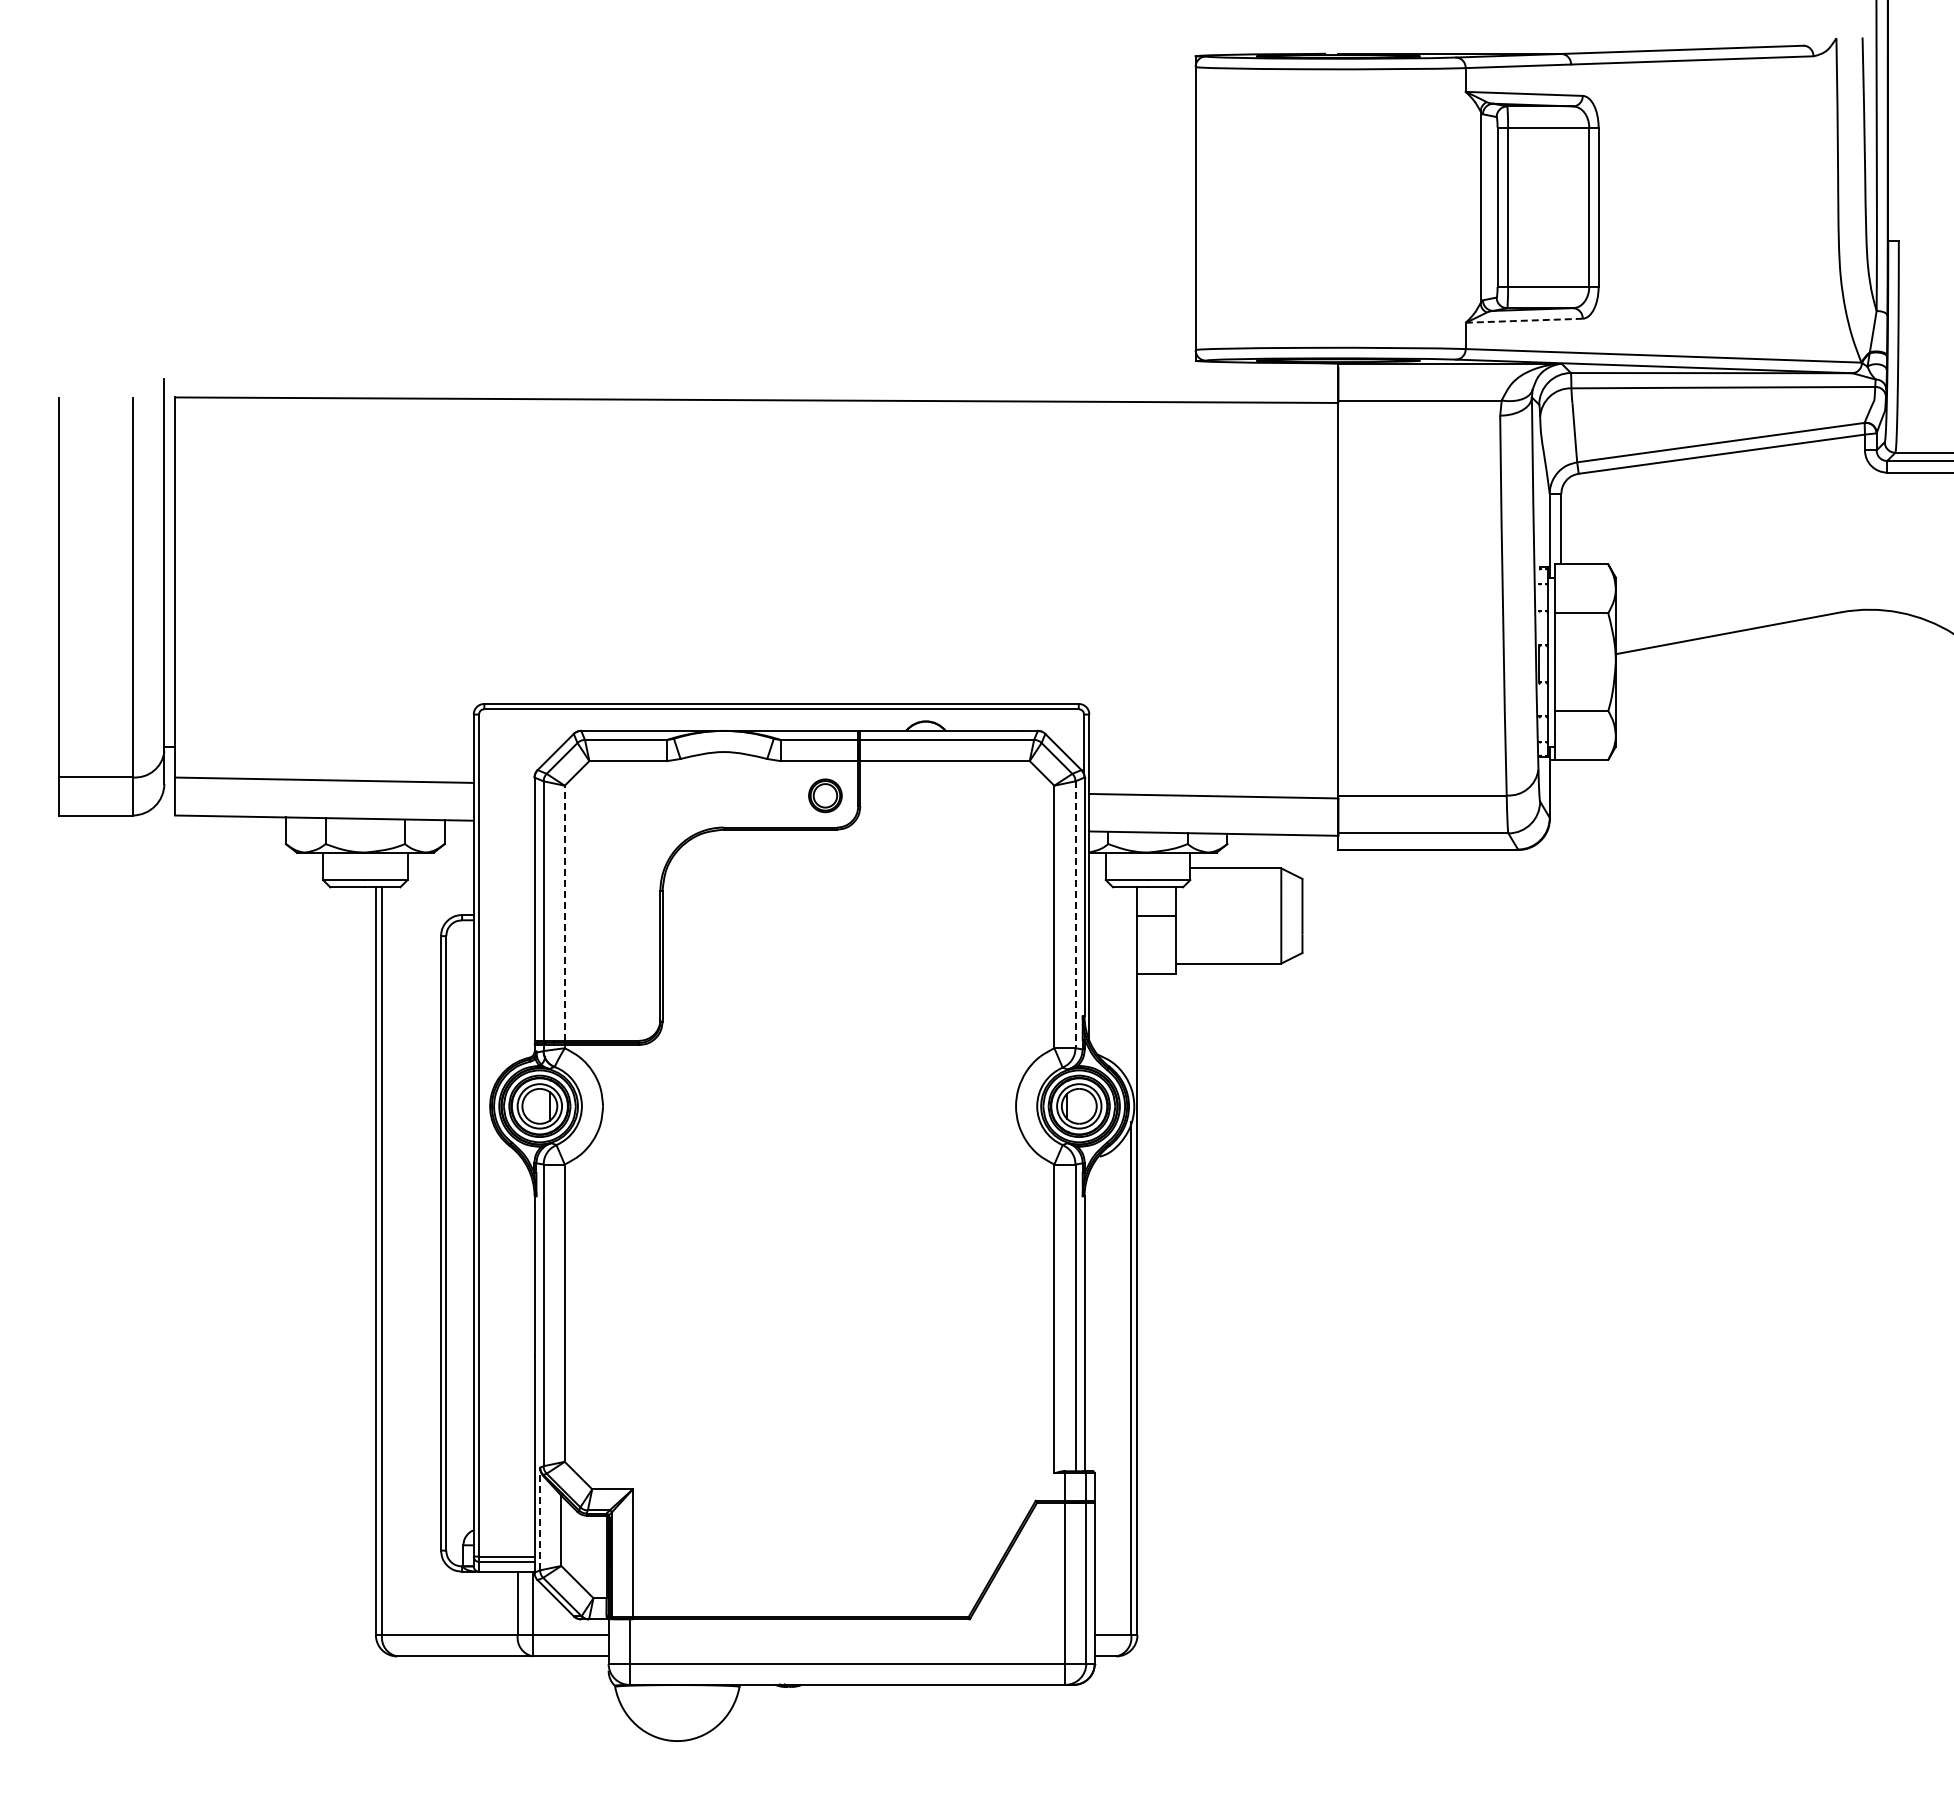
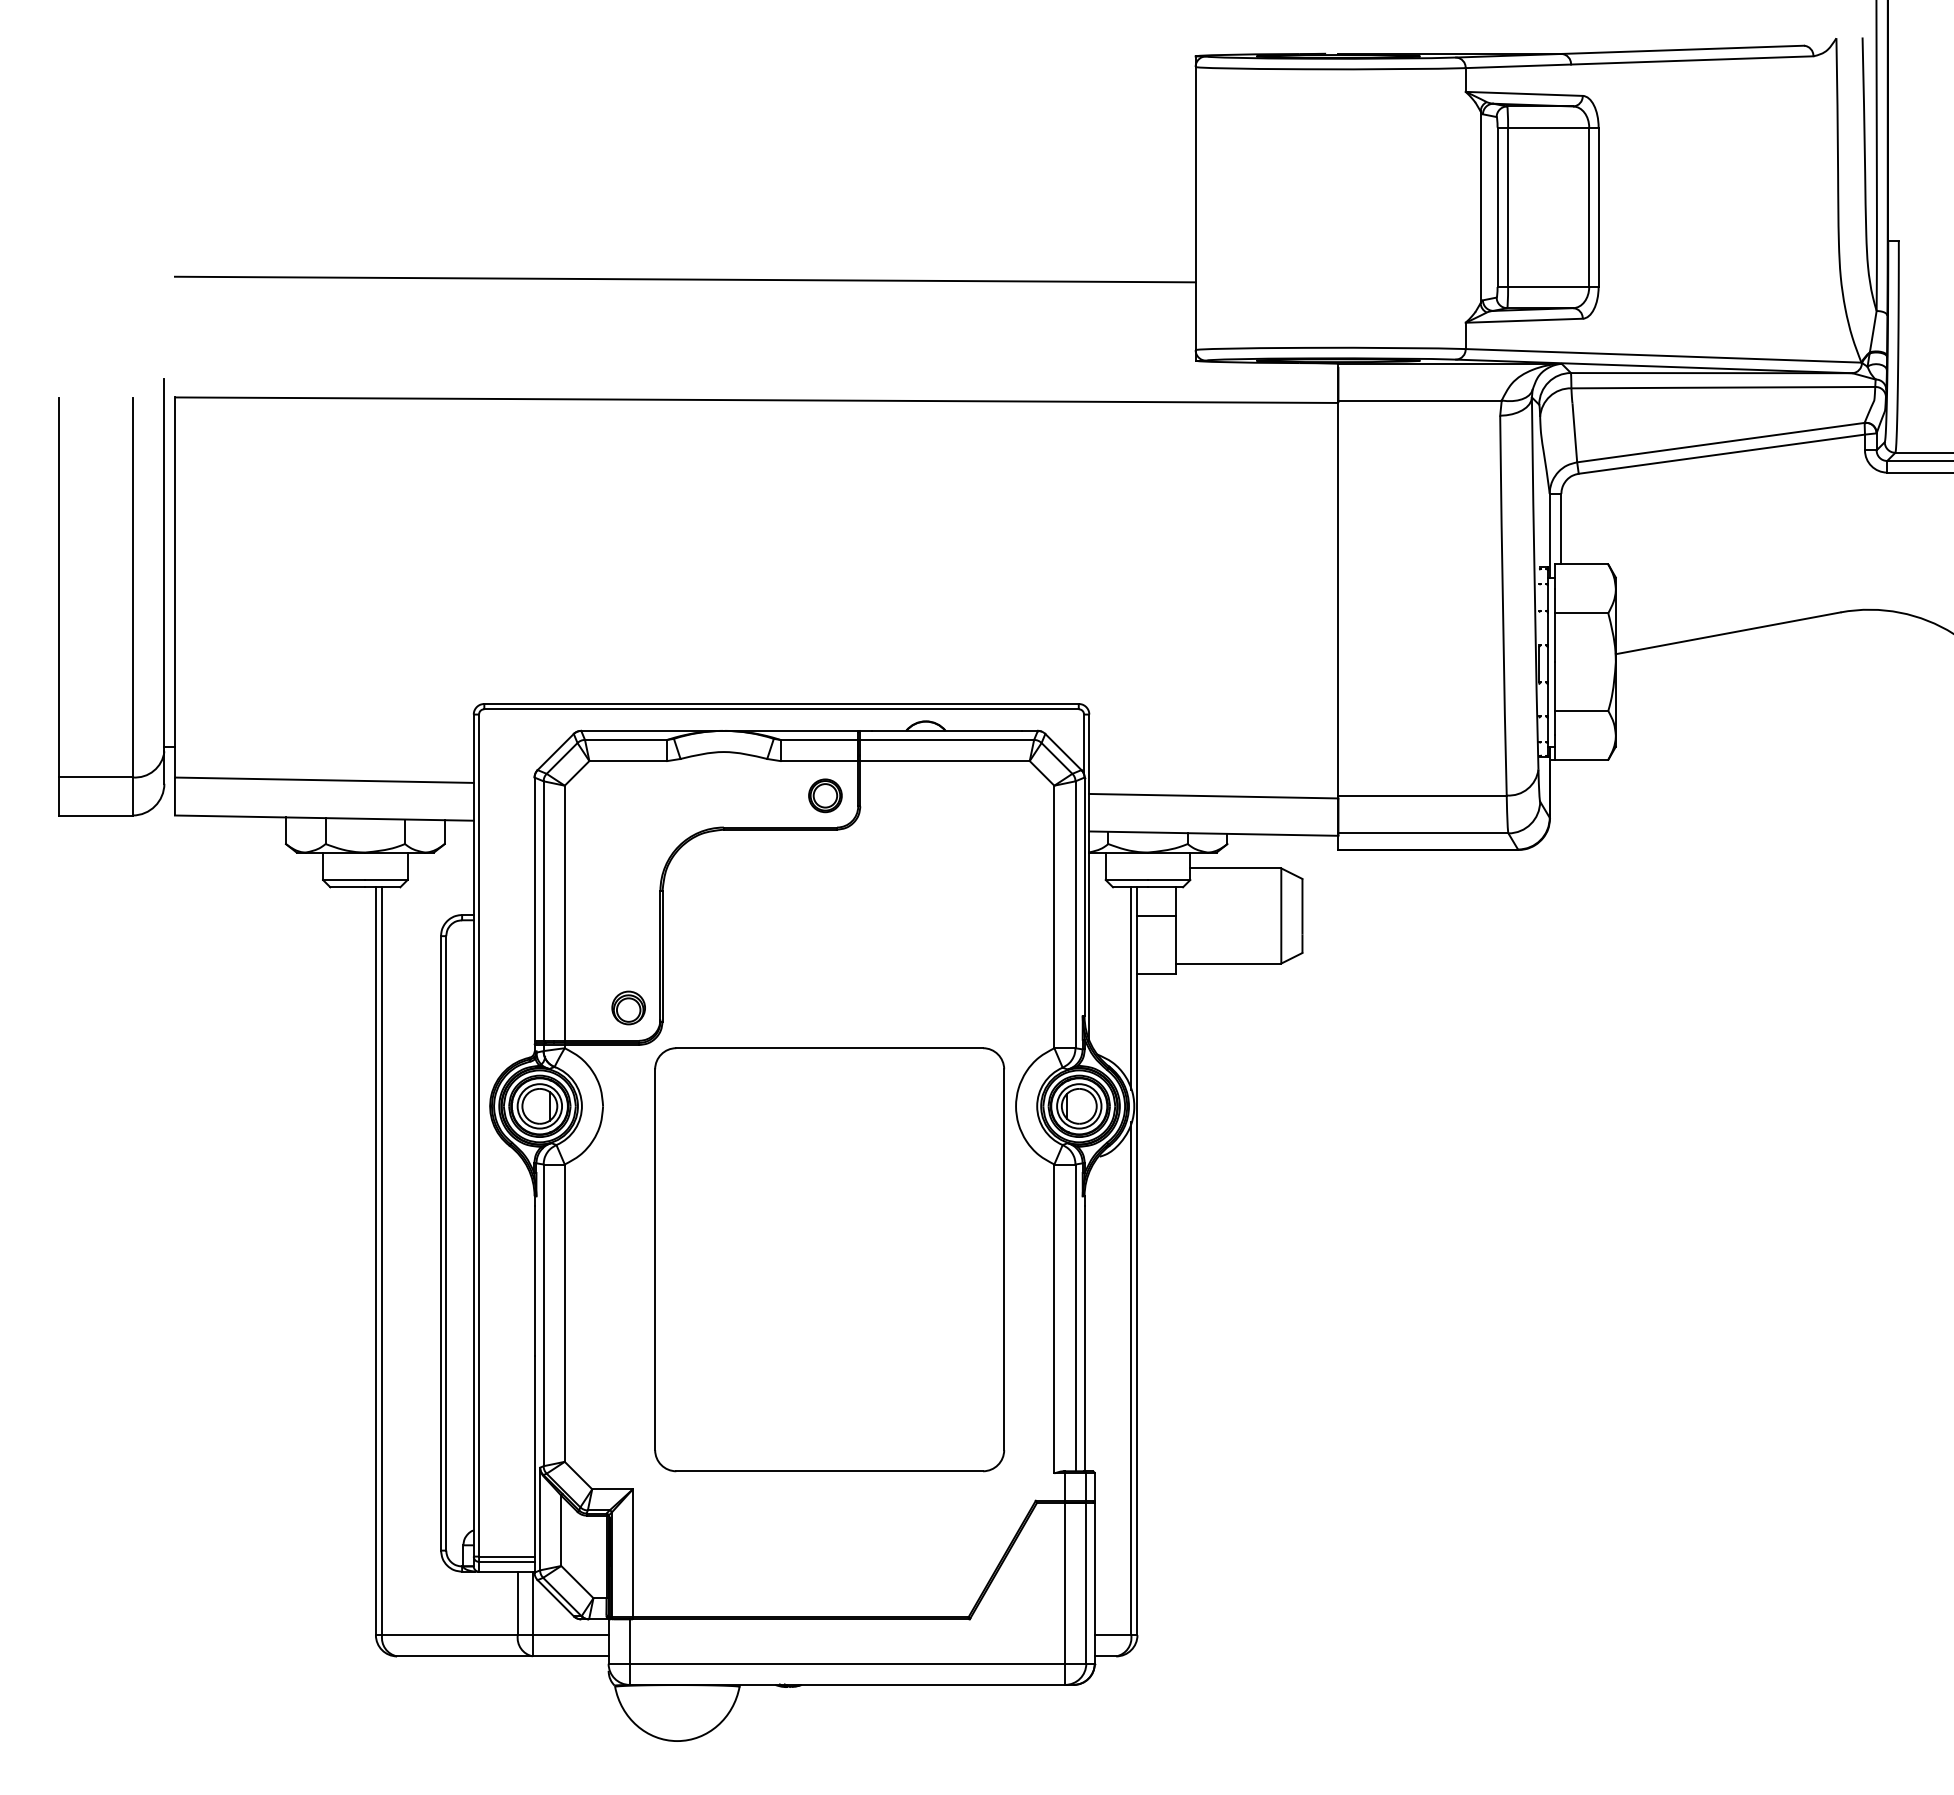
line at (684, 279): none -> present
line at (1524, 320): dashed -> solid
line at (564, 913): dashed -> solid
line at (1075, 915): dashed -> solid
line at (1131, 988): none -> present
part at (628, 1007): none -> present
part at (829, 1259): none -> present
line at (540, 1518): dashed -> solid
